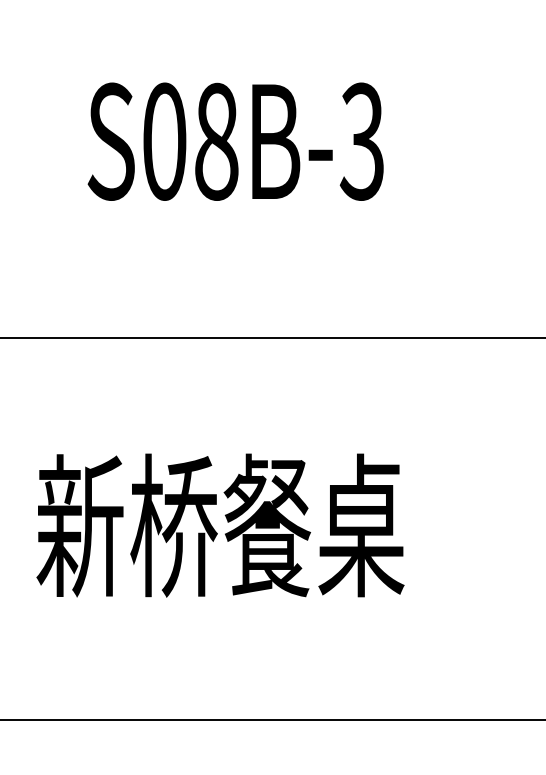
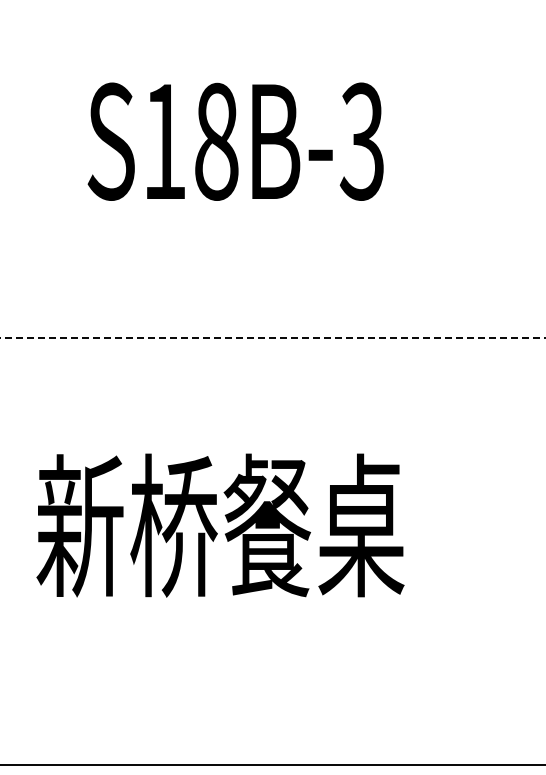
text at (164, 141): S08B-3 -> S18B-3
line at (272, 337): solid -> dashed
line at (272, 720) position: (272, 720) -> (272, 765)
